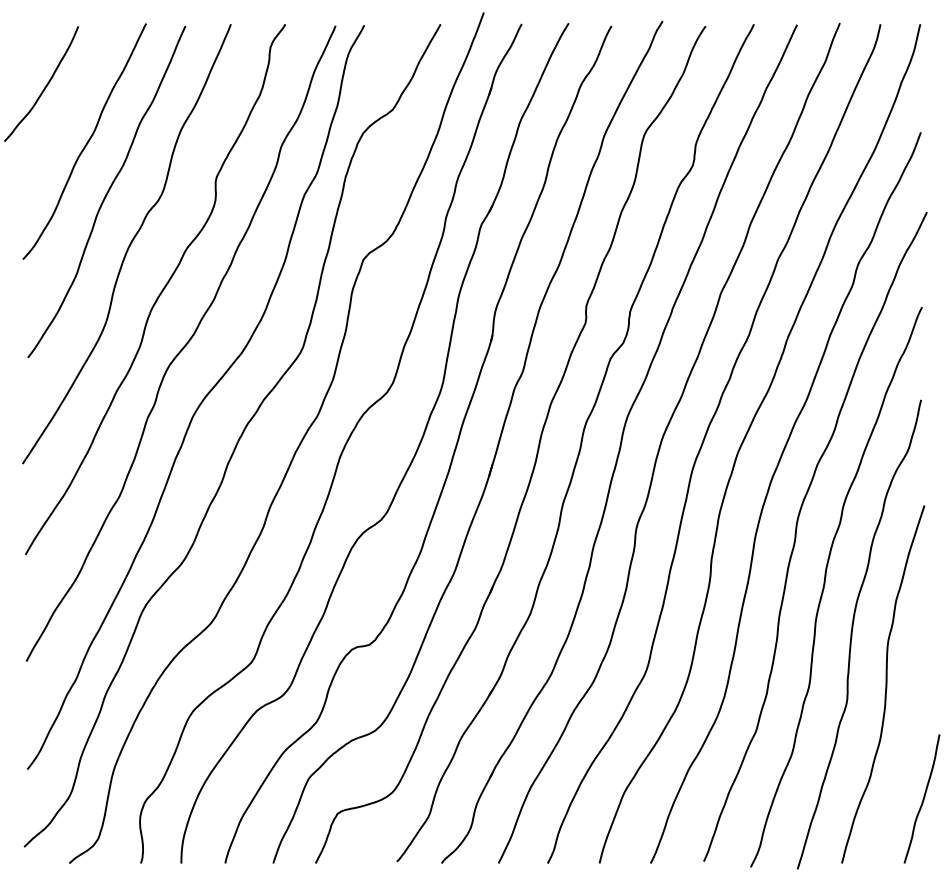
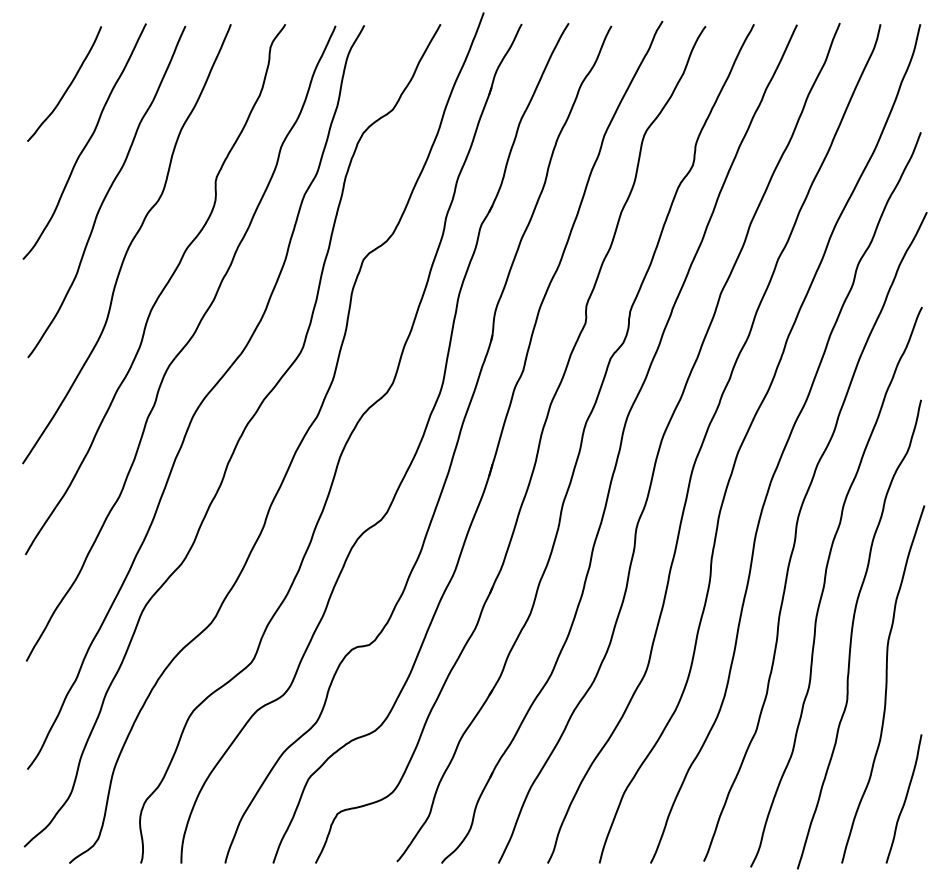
curve at (45, 85) position: (45, 85) -> (68, 85)
curve at (922, 799) position: (922, 799) -> (904, 799)
